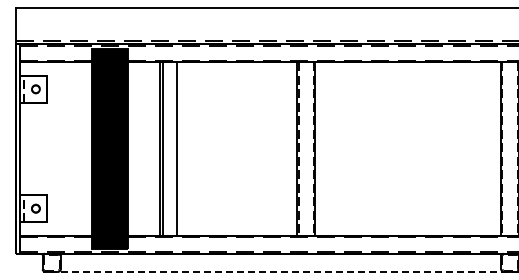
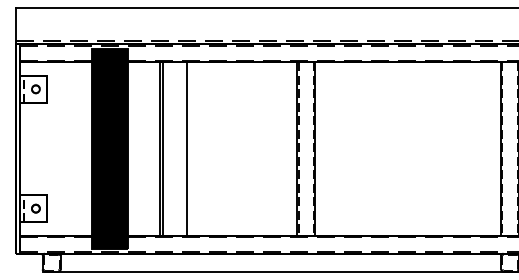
line at (177, 148) position: (177, 148) -> (187, 148)
line at (280, 271): dashed -> solid
